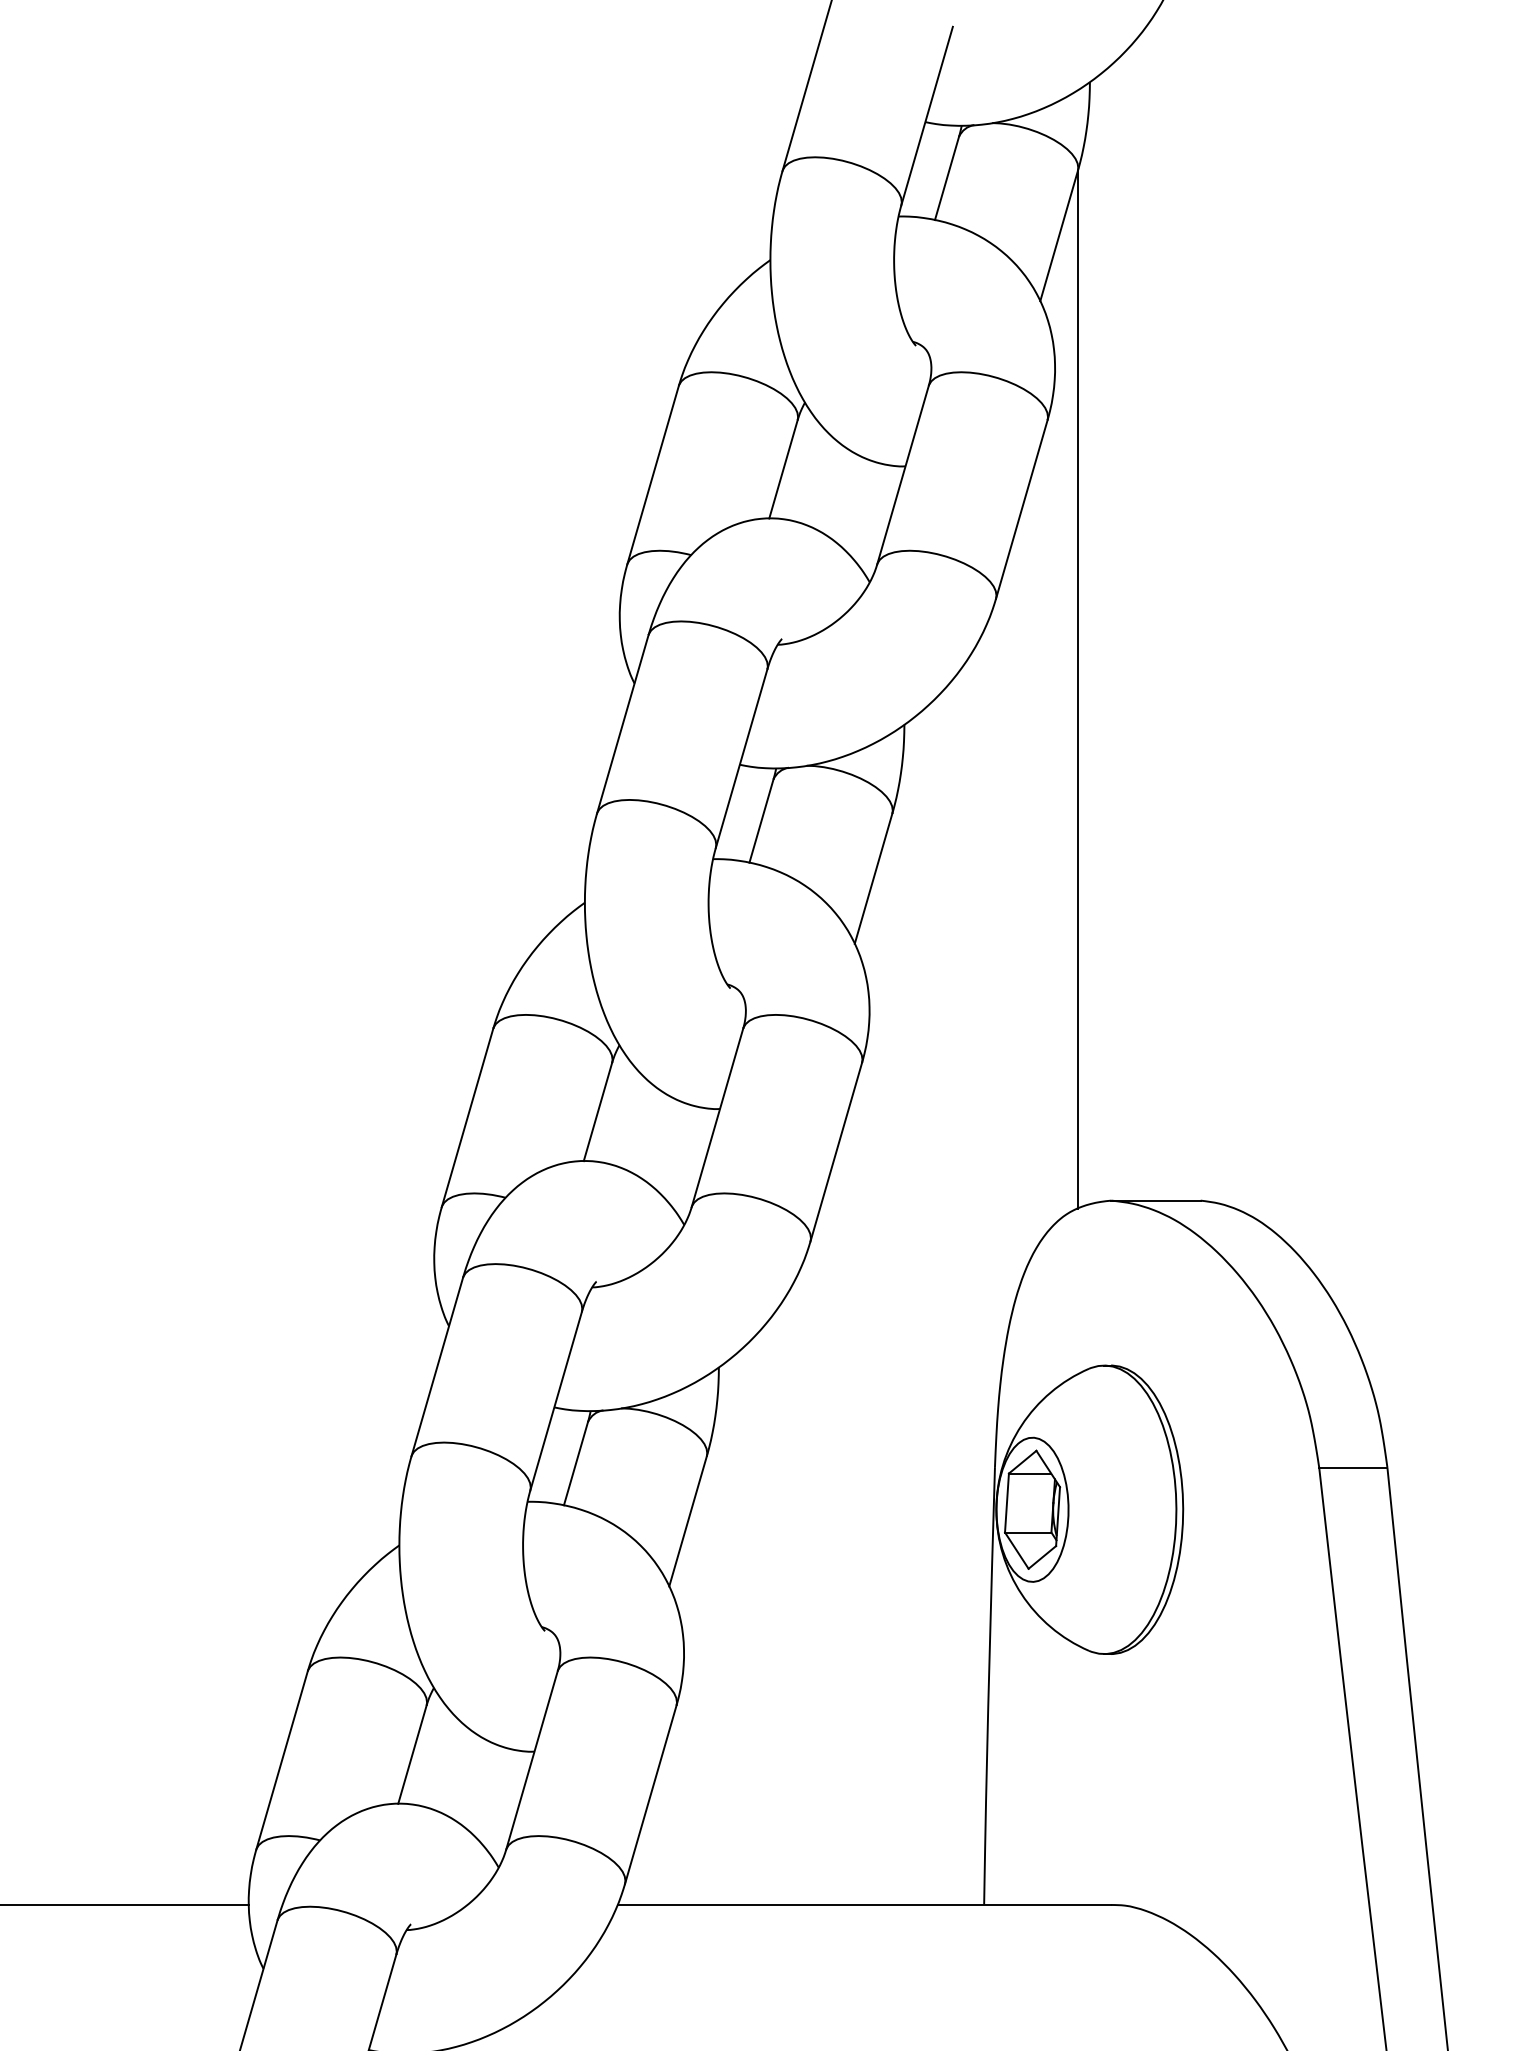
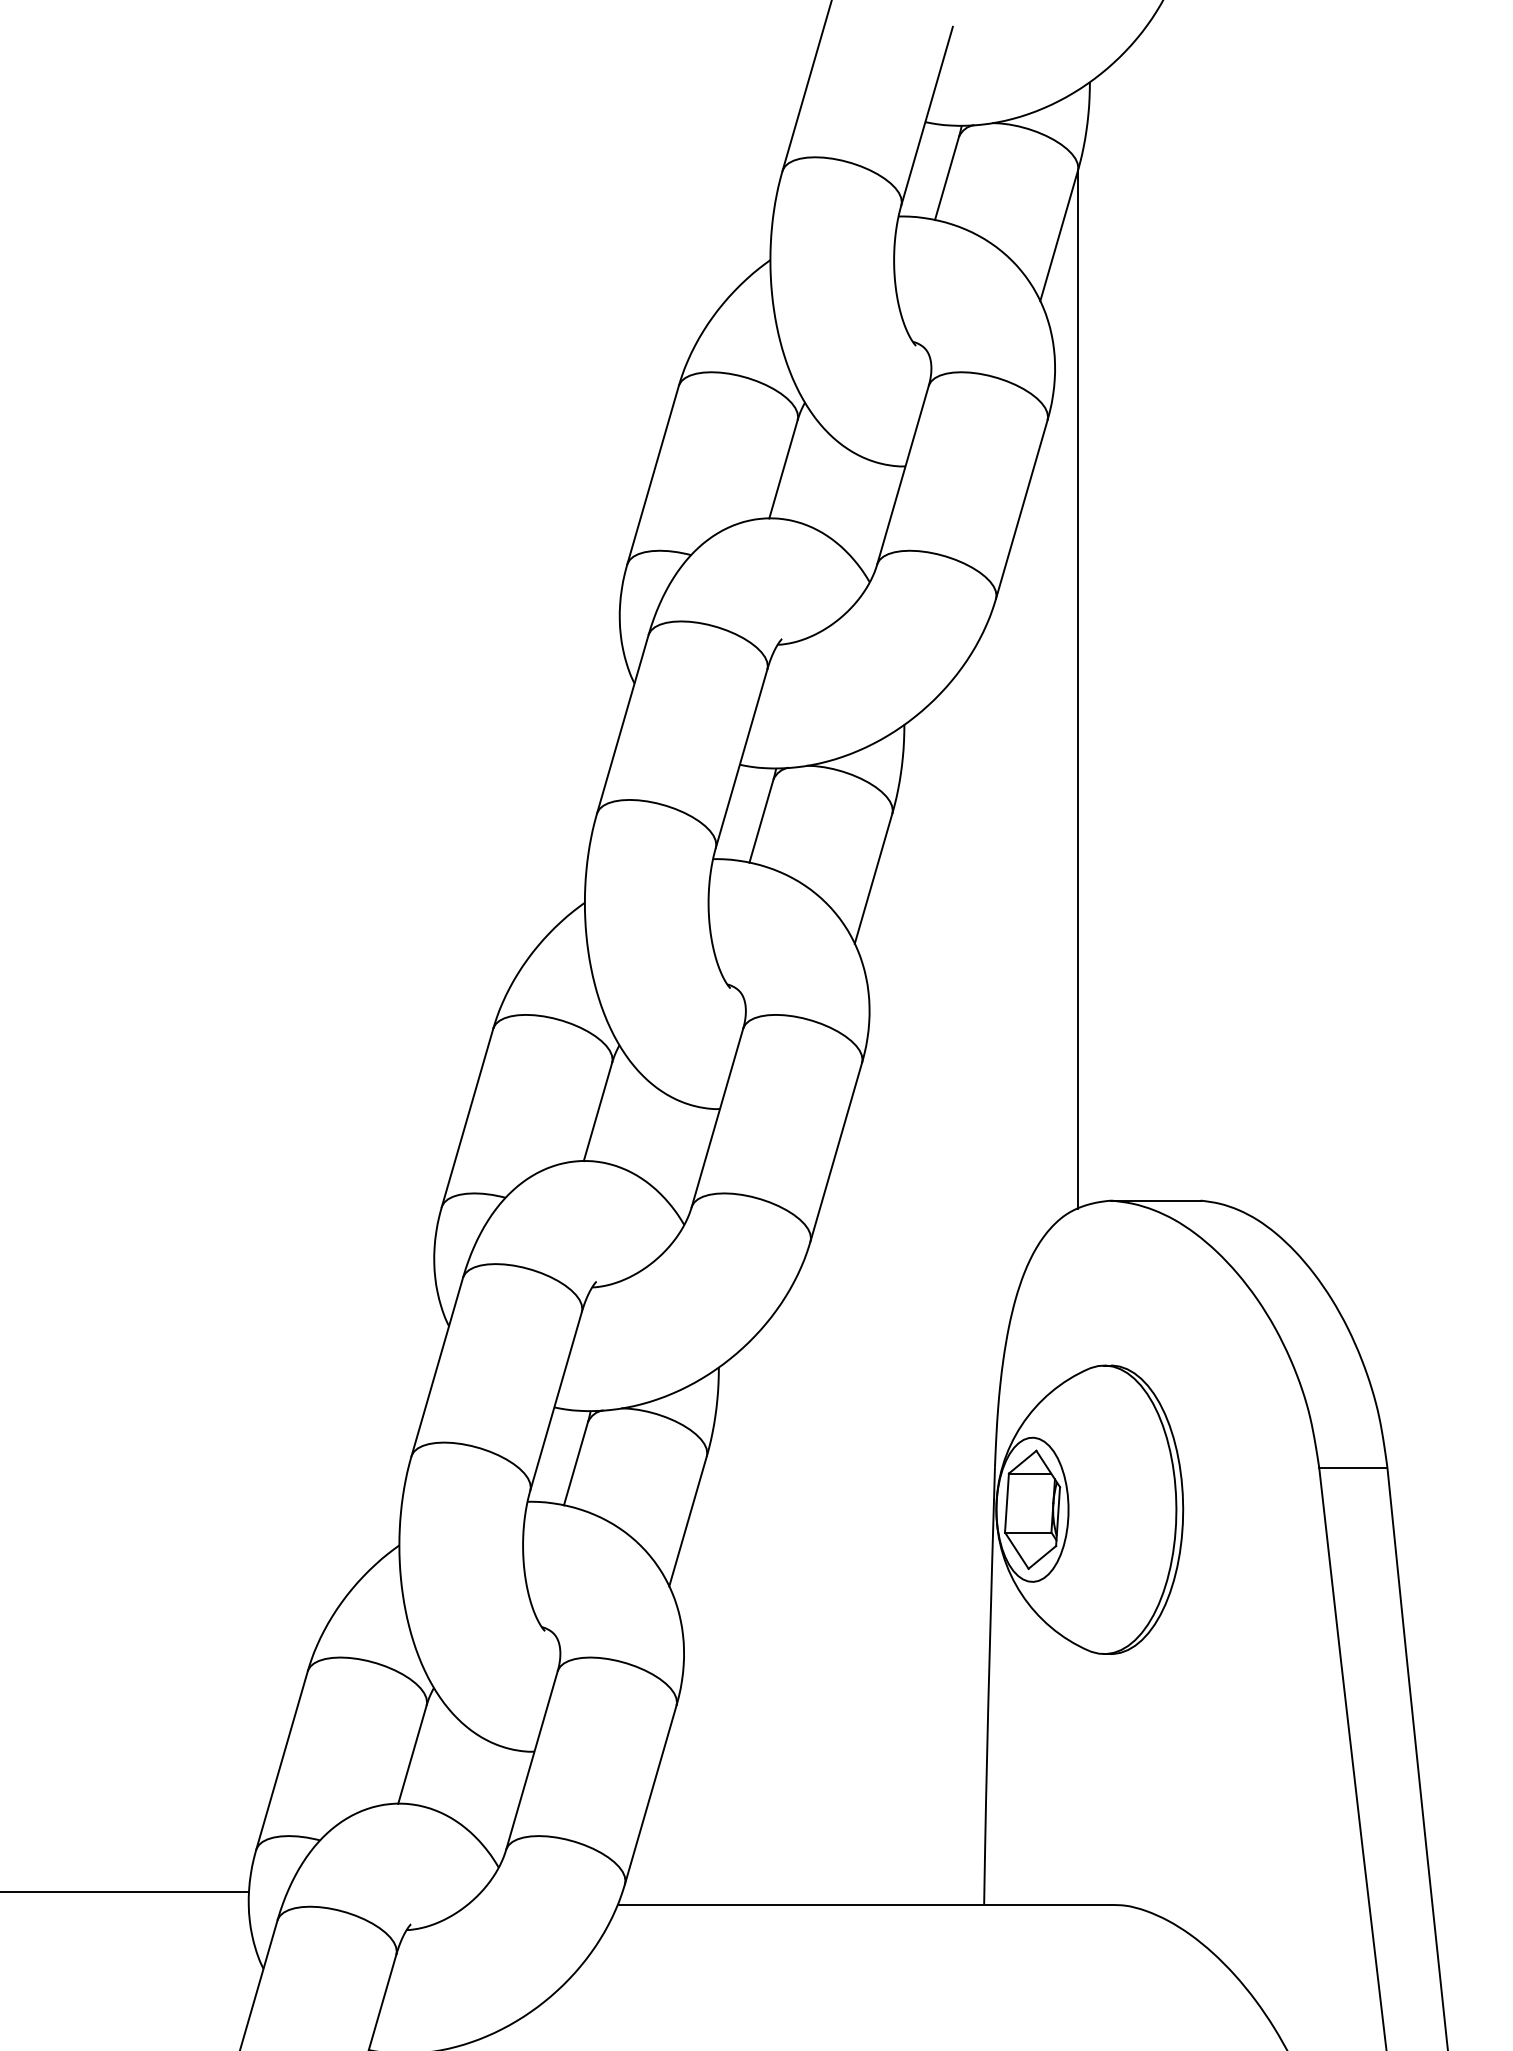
line at (125, 1904) position: (125, 1904) -> (125, 1891)
